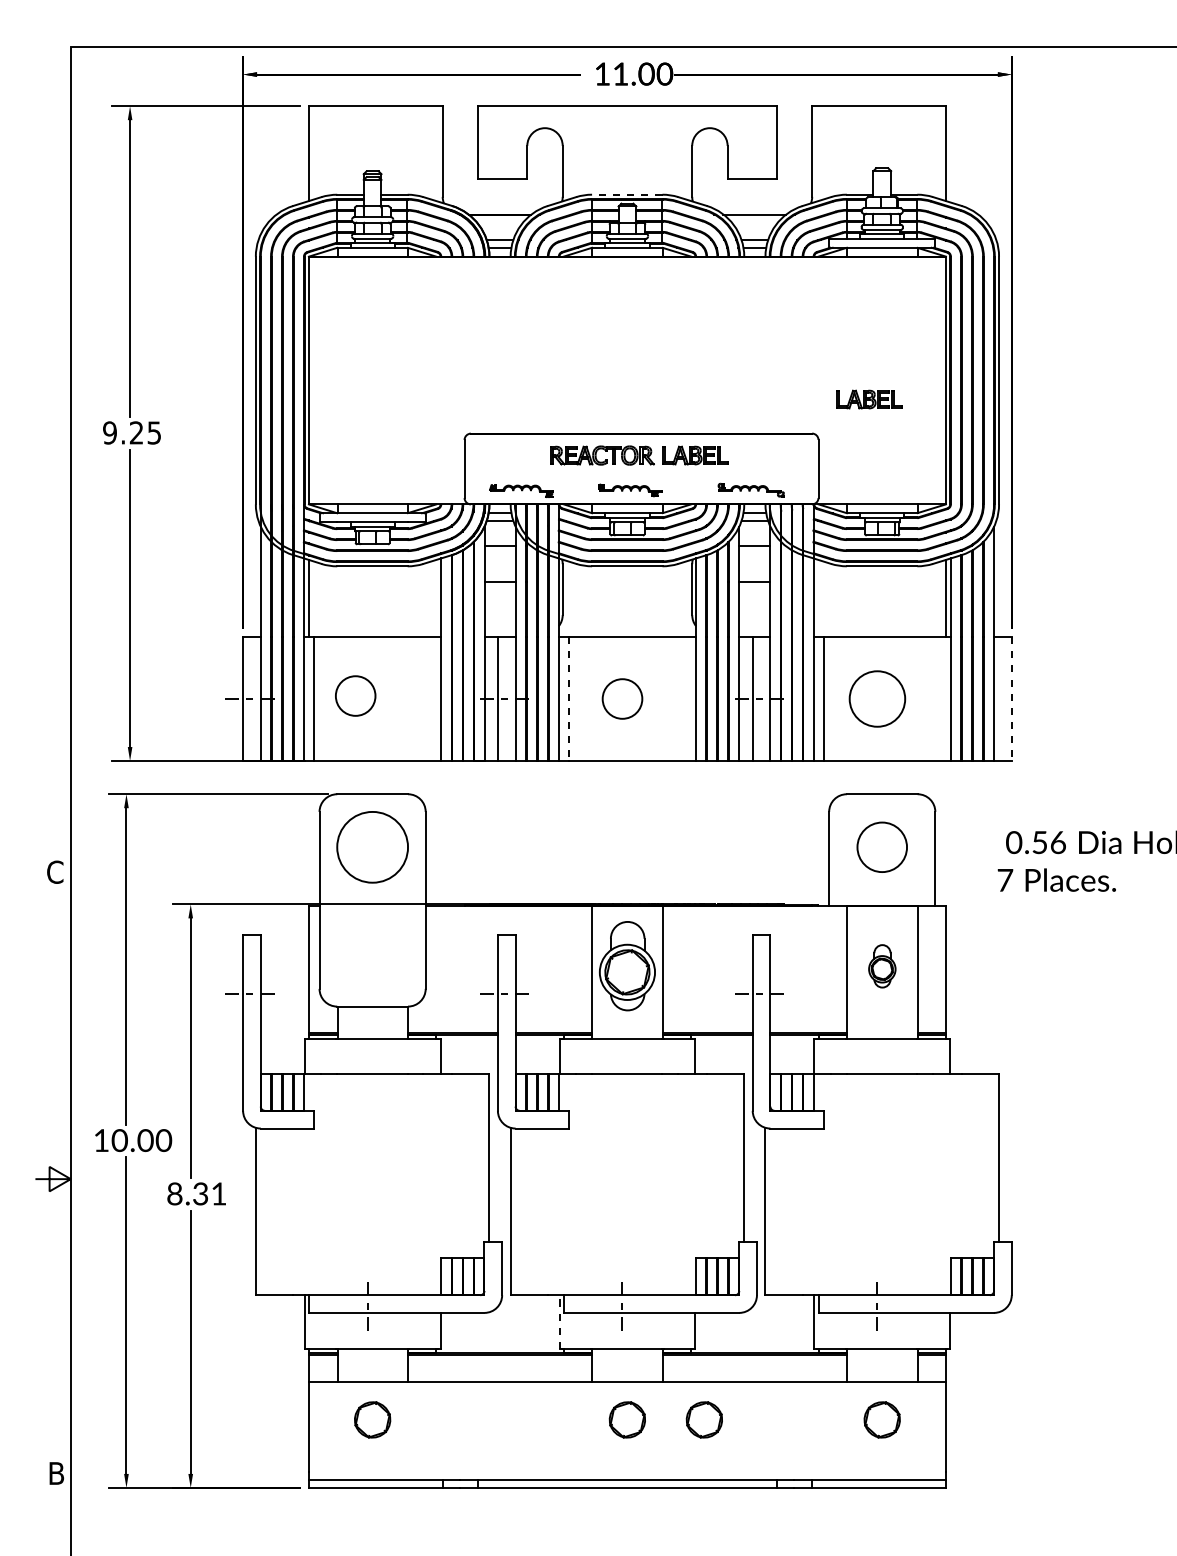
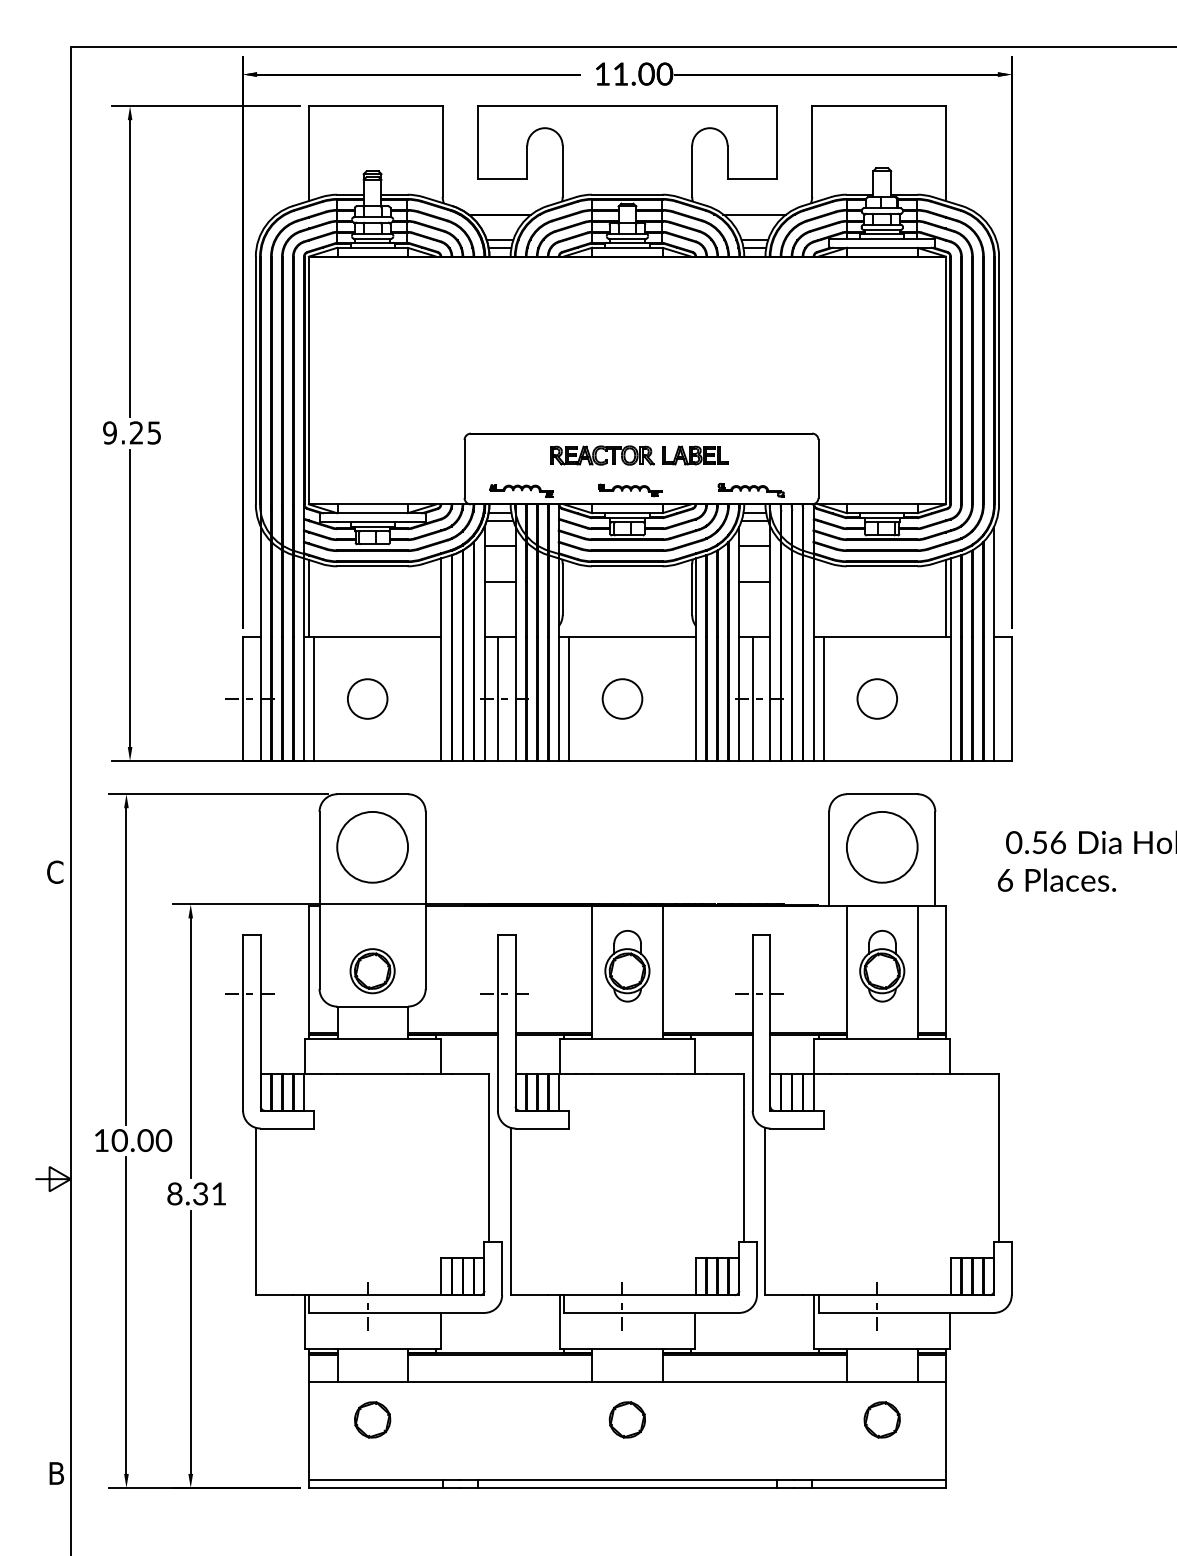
line at (626, 194): dashed -> solid
part at (869, 399): present -> none
circle at (355, 695) position: (355, 695) -> (367, 698)
circle at (877, 698) size: 59x58 px -> 42x42 px
line at (568, 699): dashed -> solid
line at (1011, 699): dashed -> solid
circle at (882, 847) diameter: 50 px -> 71 px
text at (1005, 880): 7 -> 6
part at (626, 966) size: 58x91 px -> 47x73 px
part at (882, 966) size: 29x45 px -> 47x73 px
part at (372, 971): none -> present
line at (559, 1322): dashed -> solid
part at (703, 1419): present -> none
